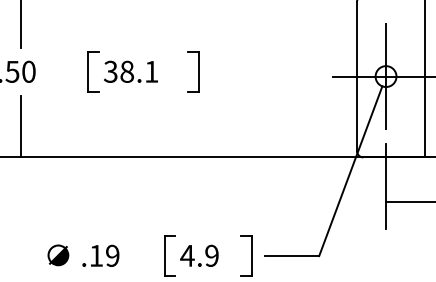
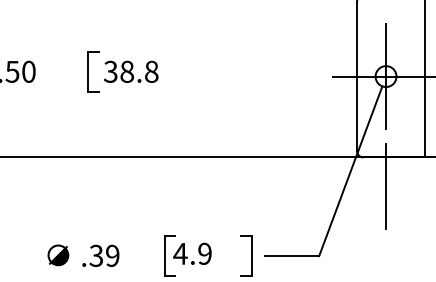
line at (20, 24): present -> none
text at (151, 71): 38.1 -> 38.8
part at (193, 71): present -> none
line at (20, 126): present -> none
line at (409, 201): present -> none
text at (95, 255): .19 -> .39
text at (199, 255) position: (199, 255) -> (192, 253)
